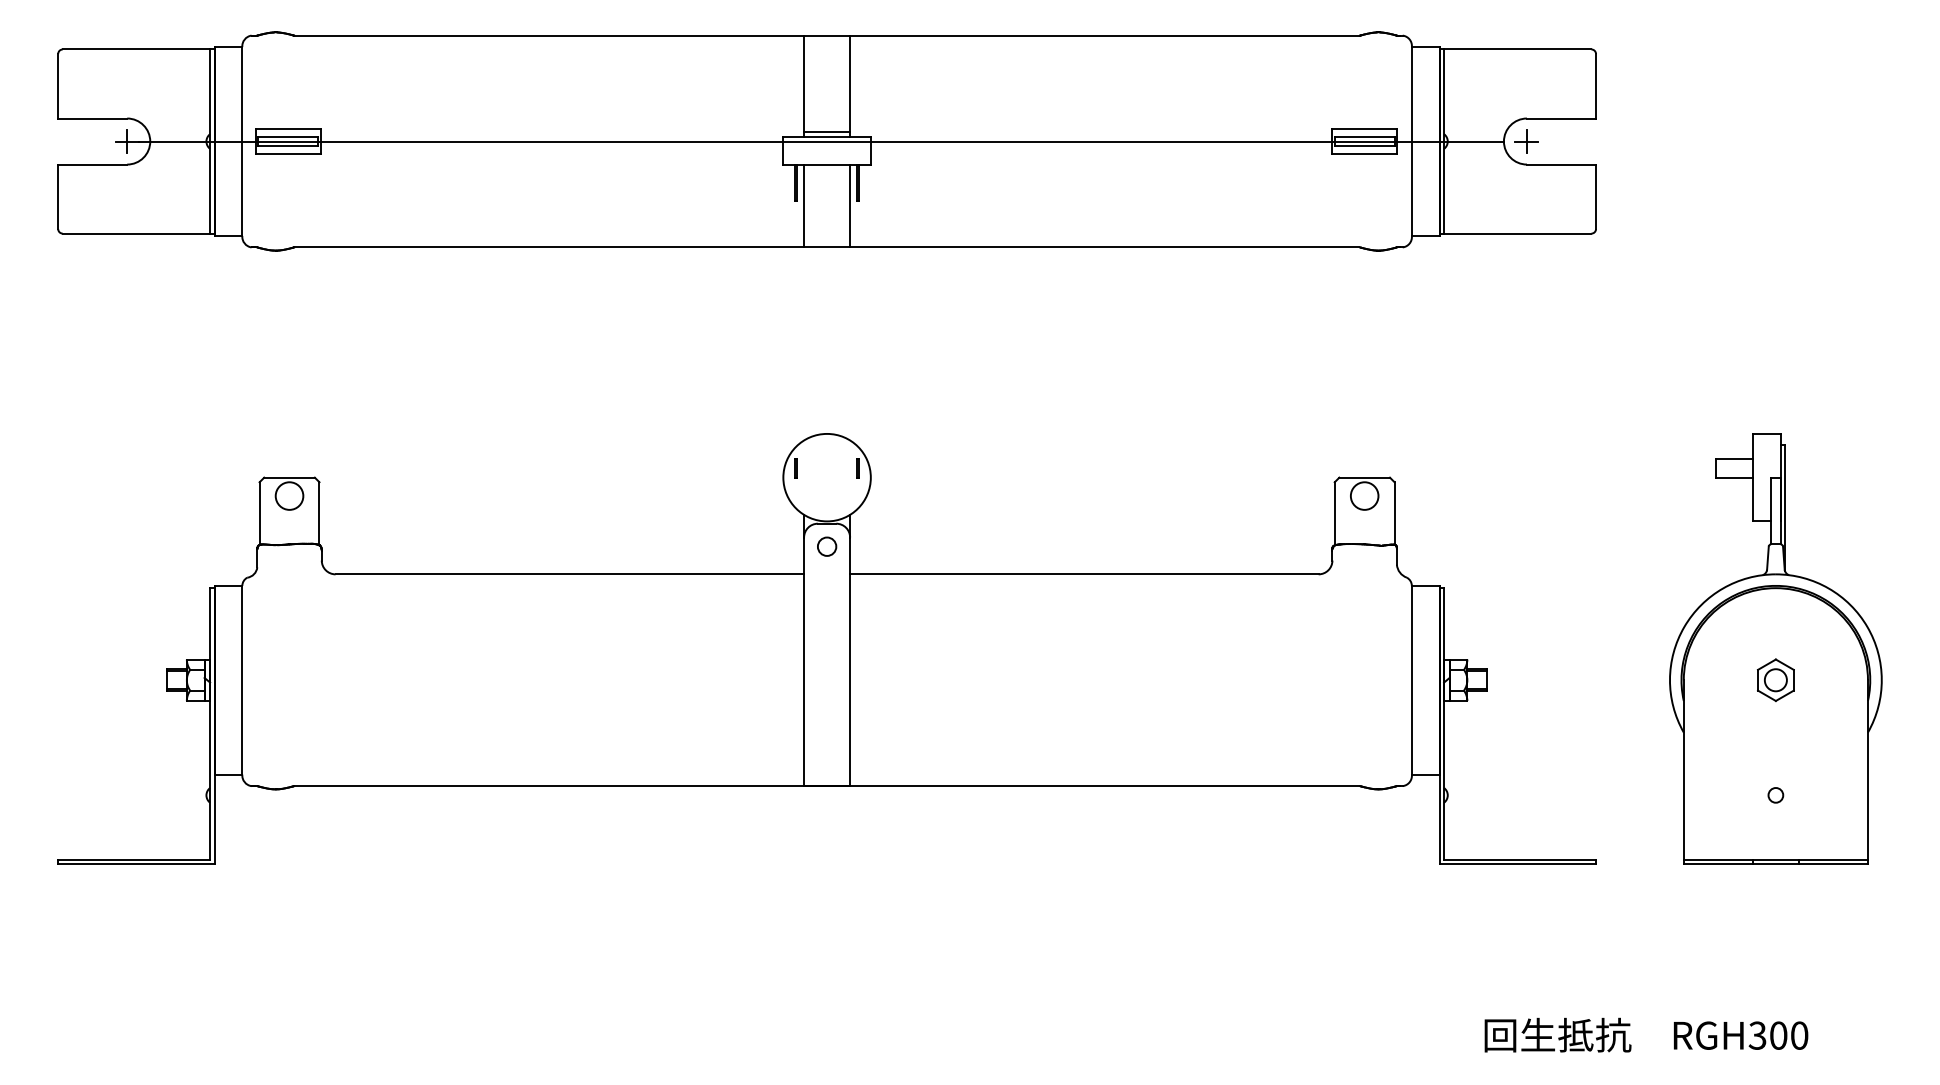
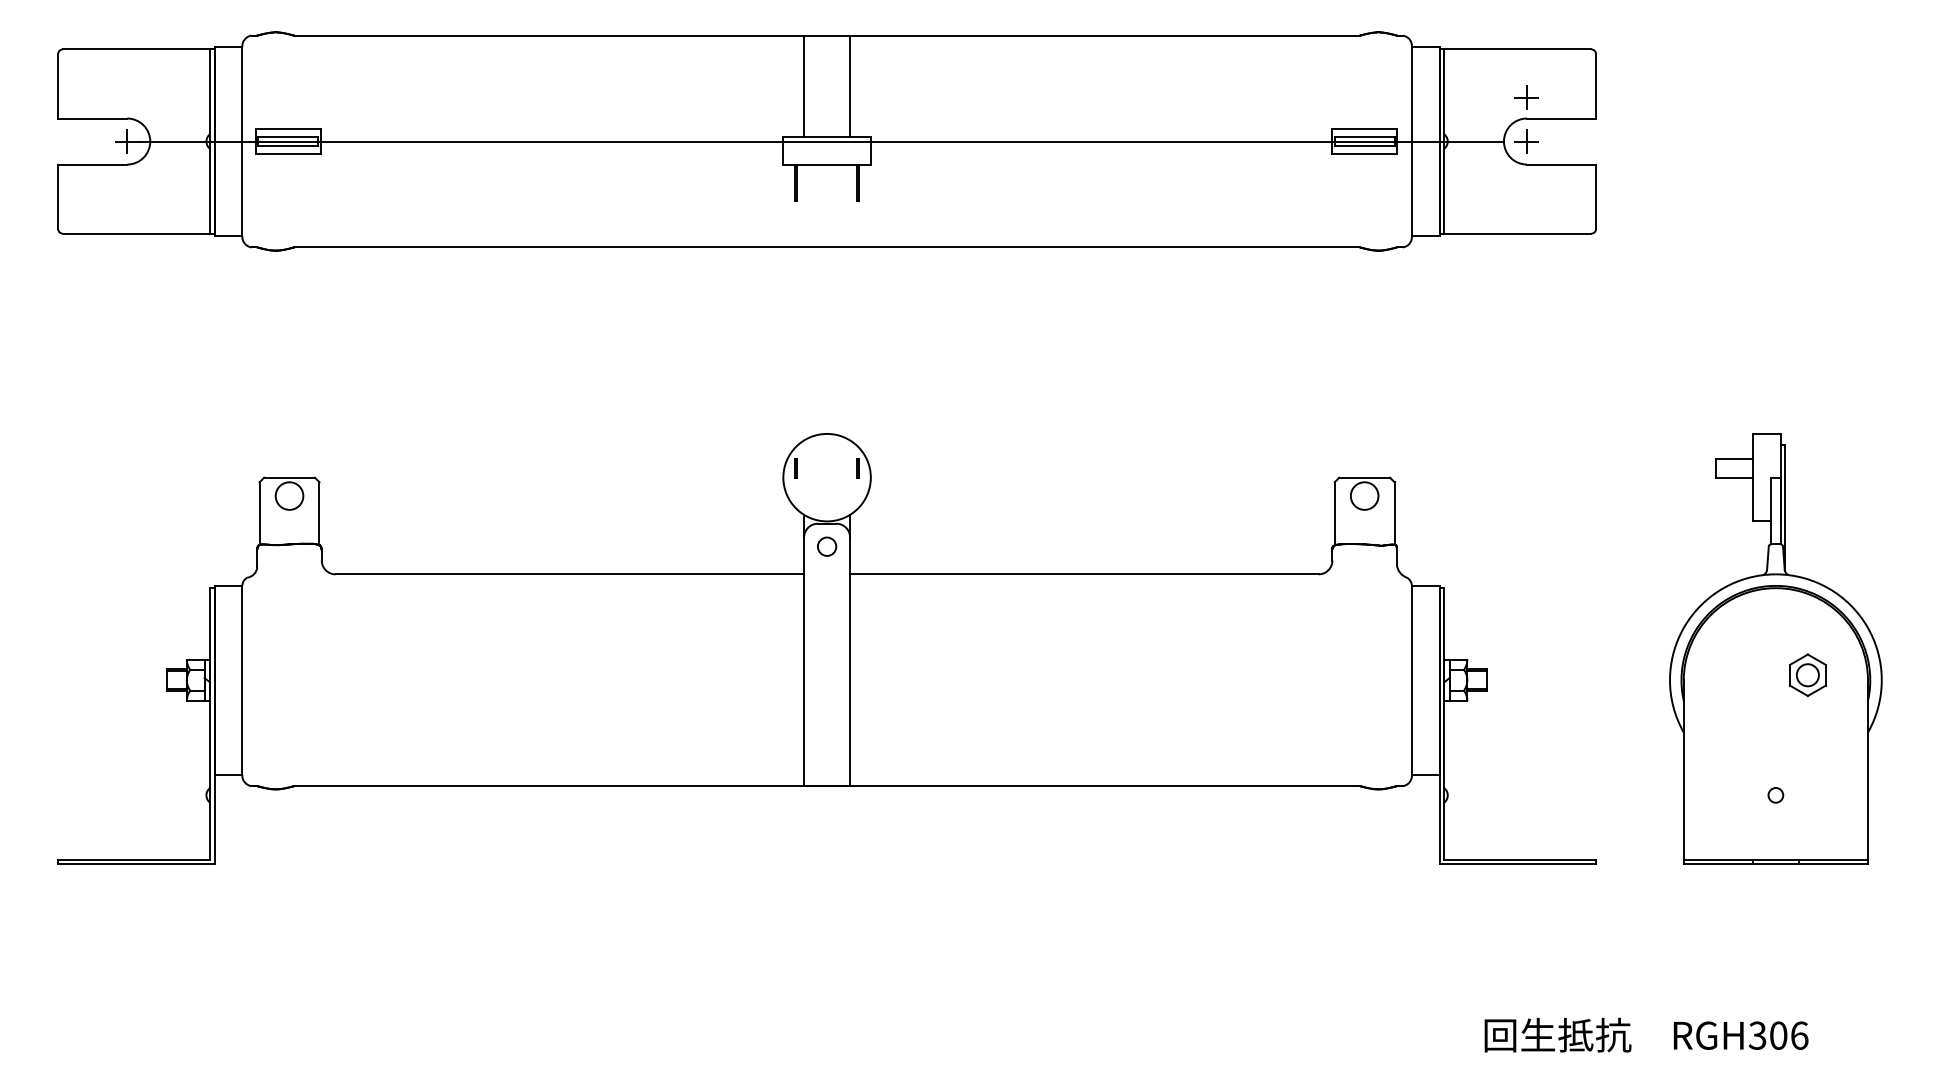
part at (1526, 97): none -> present
line at (827, 132): present -> none
line at (804, 205): present -> none
line at (850, 205): present -> none
part at (1775, 680) position: (1775, 680) -> (1807, 675)
text at (1799, 1035): RGH300 -> RGH306
